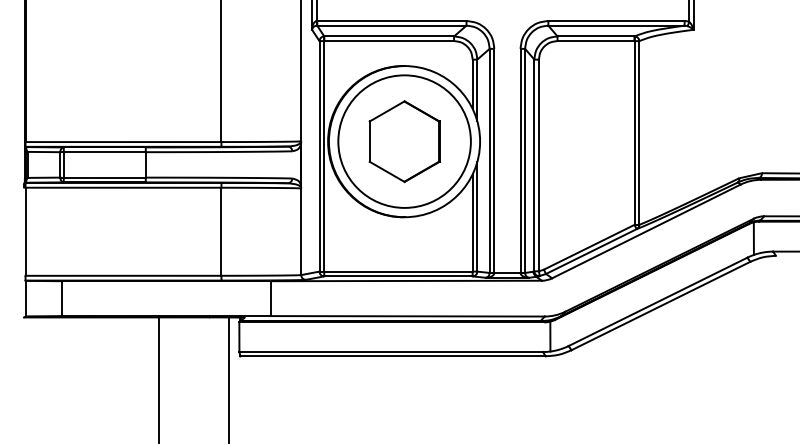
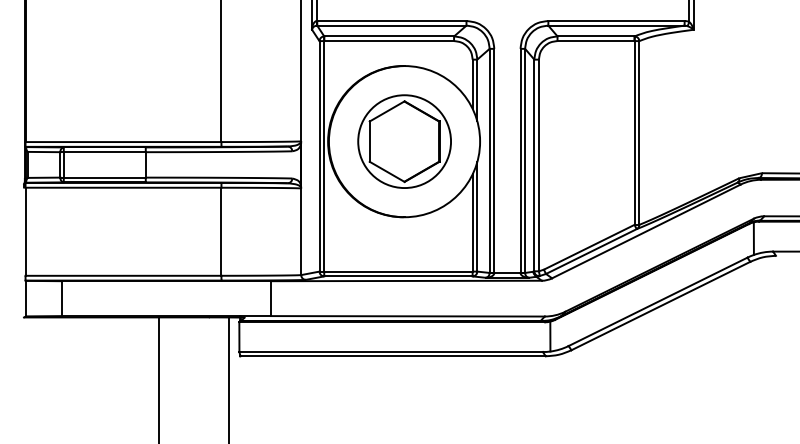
circle at (404, 141) diameter: 133 px -> 93 px
